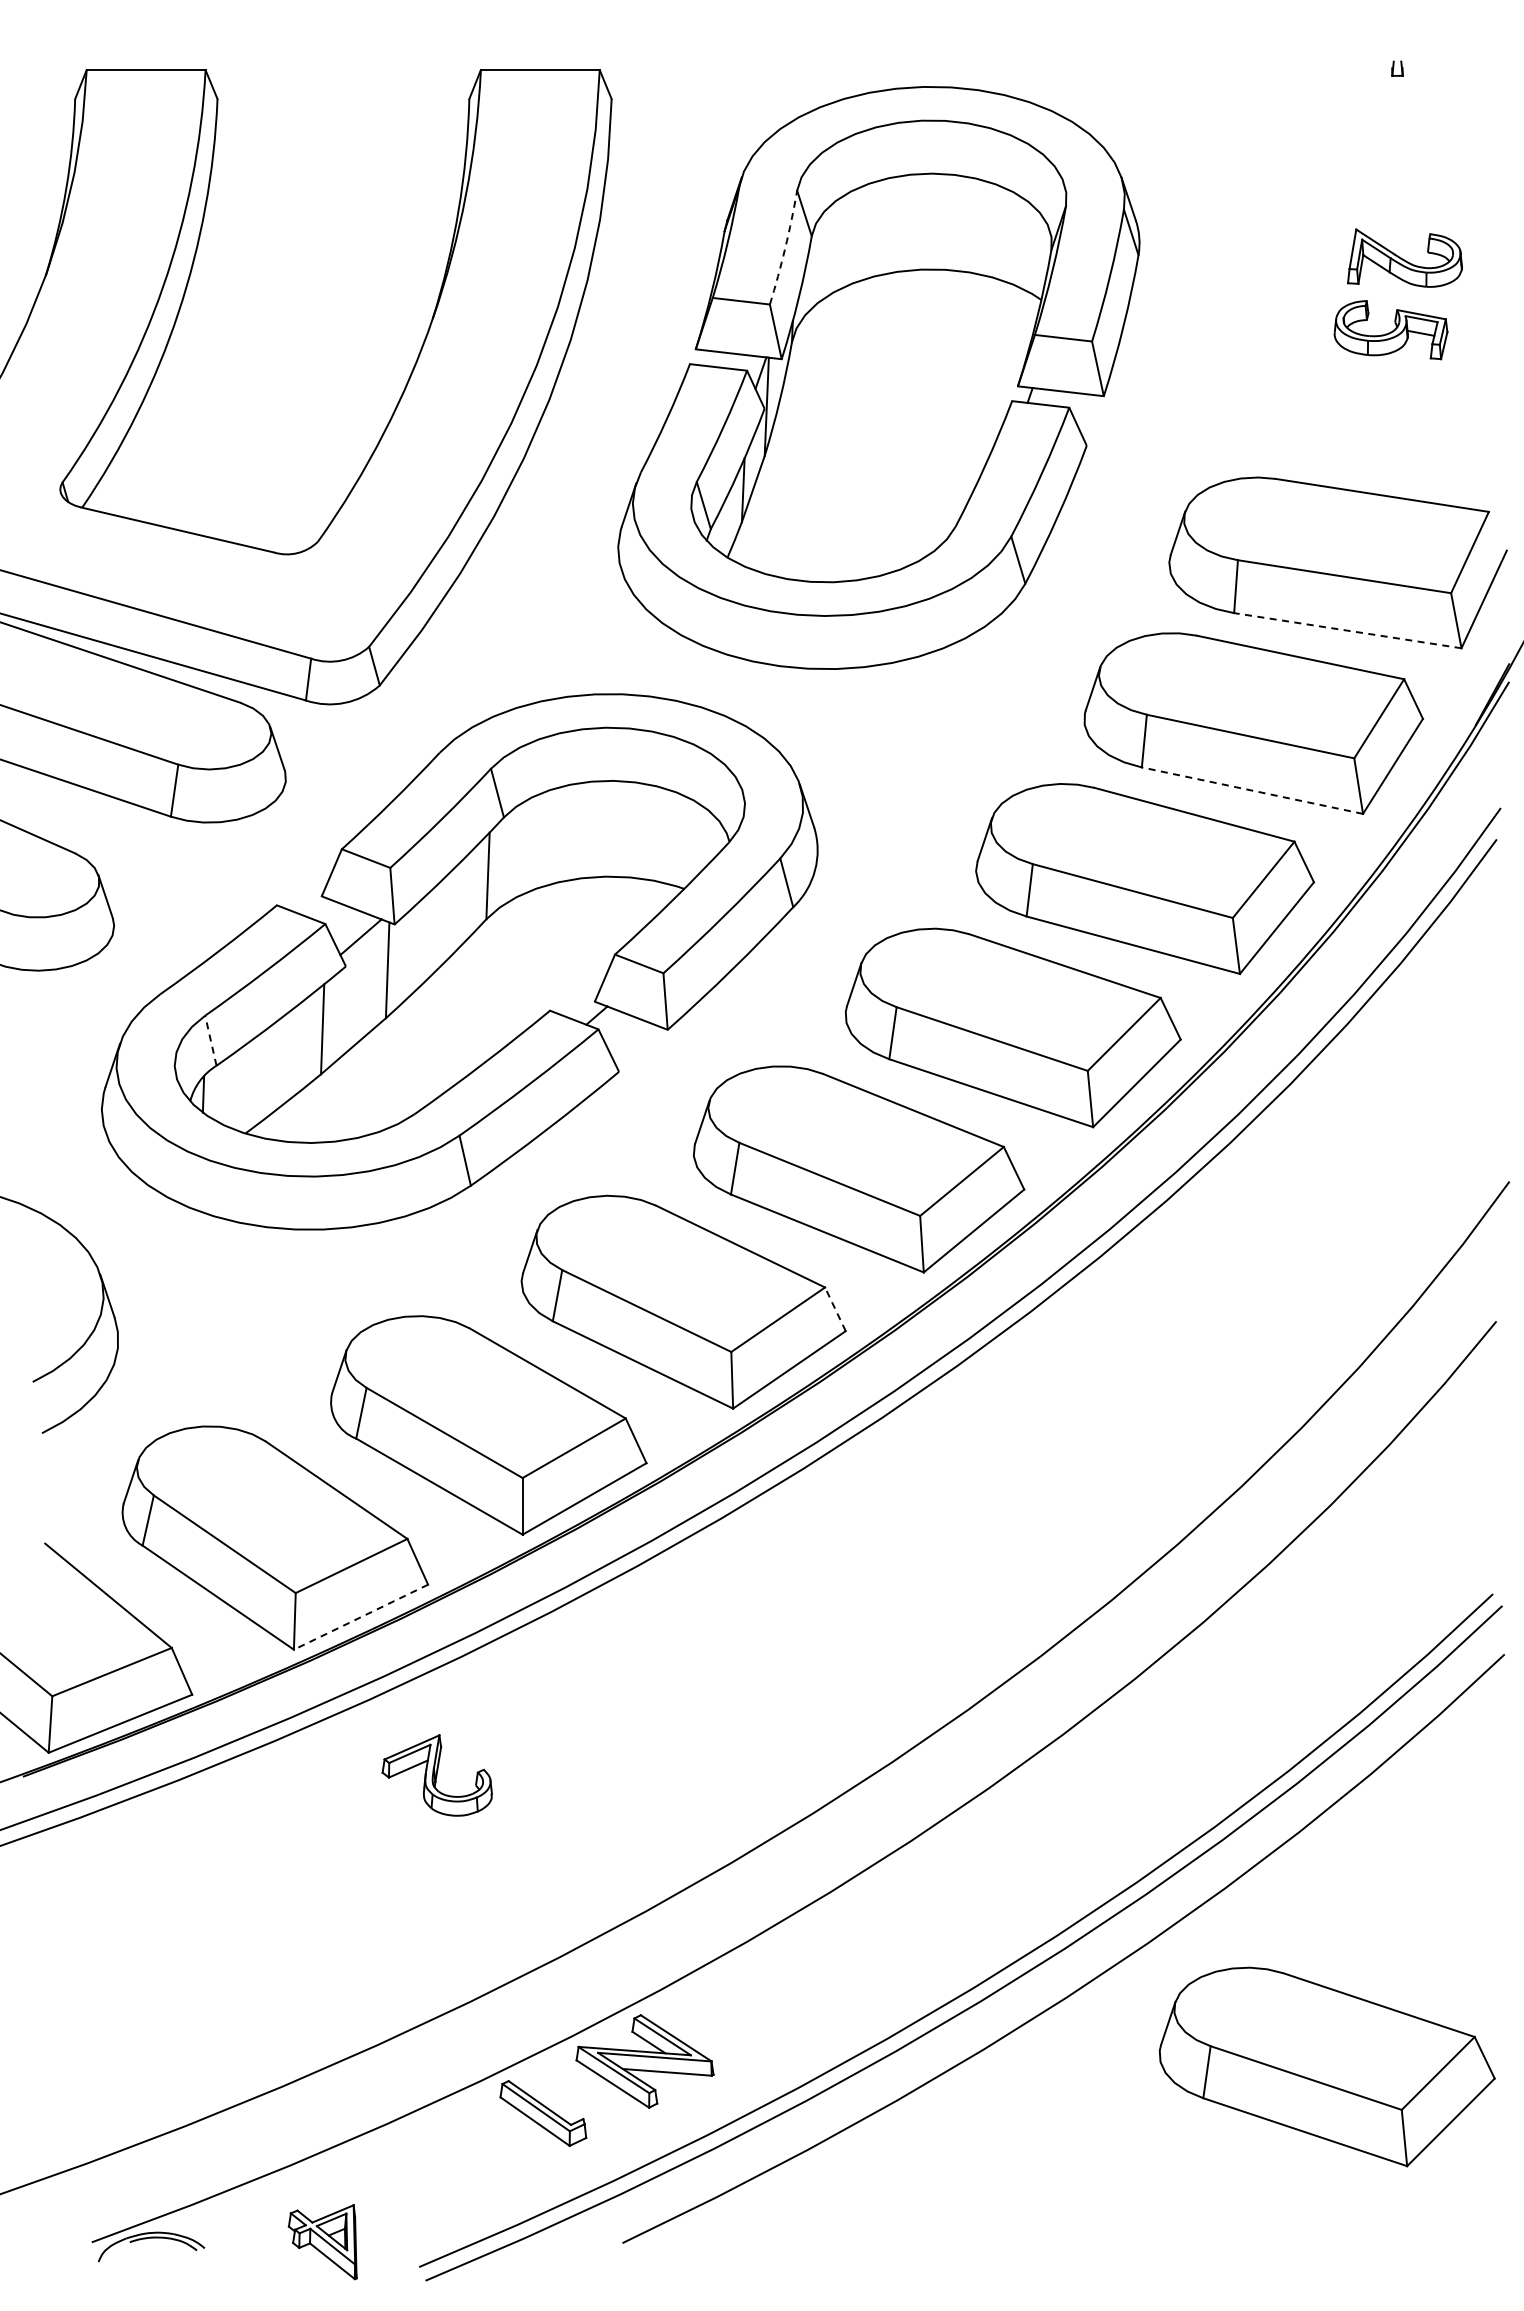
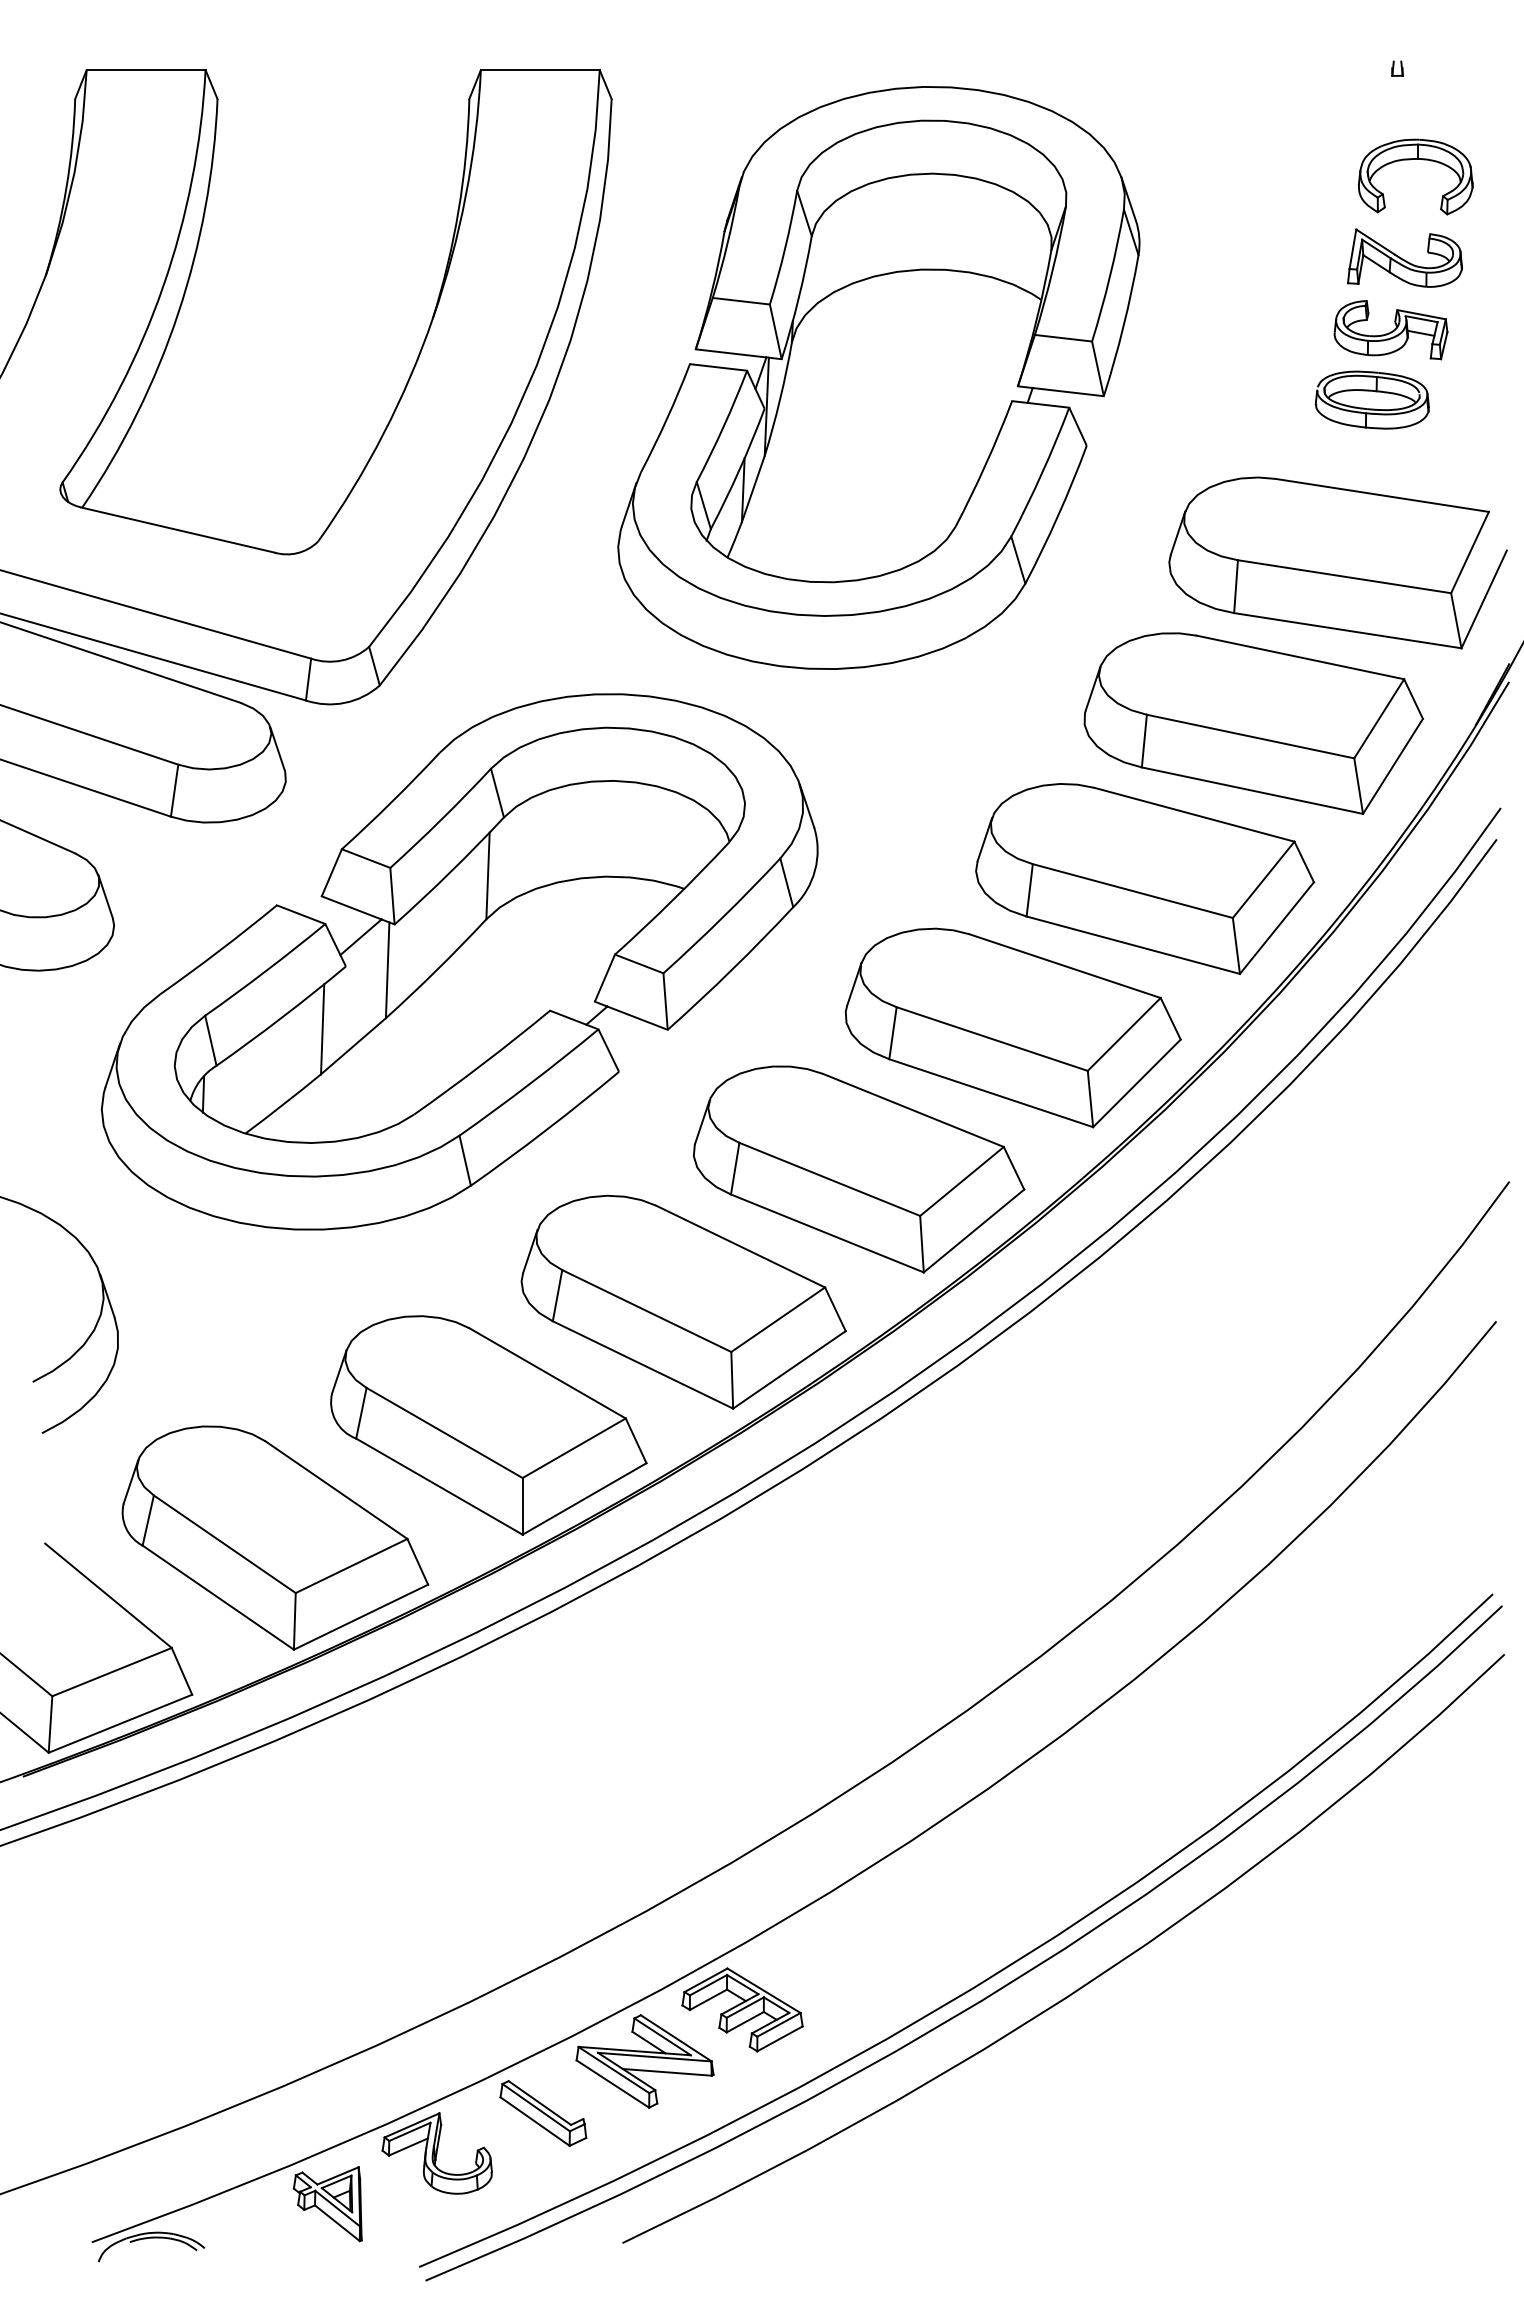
part at (1410, 160): none -> present
arc at (785, 248): dashed -> solid
part at (1371, 399): none -> present
line at (1347, 630): dashed -> solid
line at (1251, 790): dashed -> solid
line at (210, 1040): dashed -> solid
line at (835, 1308): dashed -> solid
line at (361, 1617): dashed -> solid
part at (436, 1775) position: (436, 1775) -> (436, 2153)
part at (742, 2009): none -> present
part at (1326, 2066): present -> none
part at (322, 2242) position: (322, 2242) -> (327, 2204)
